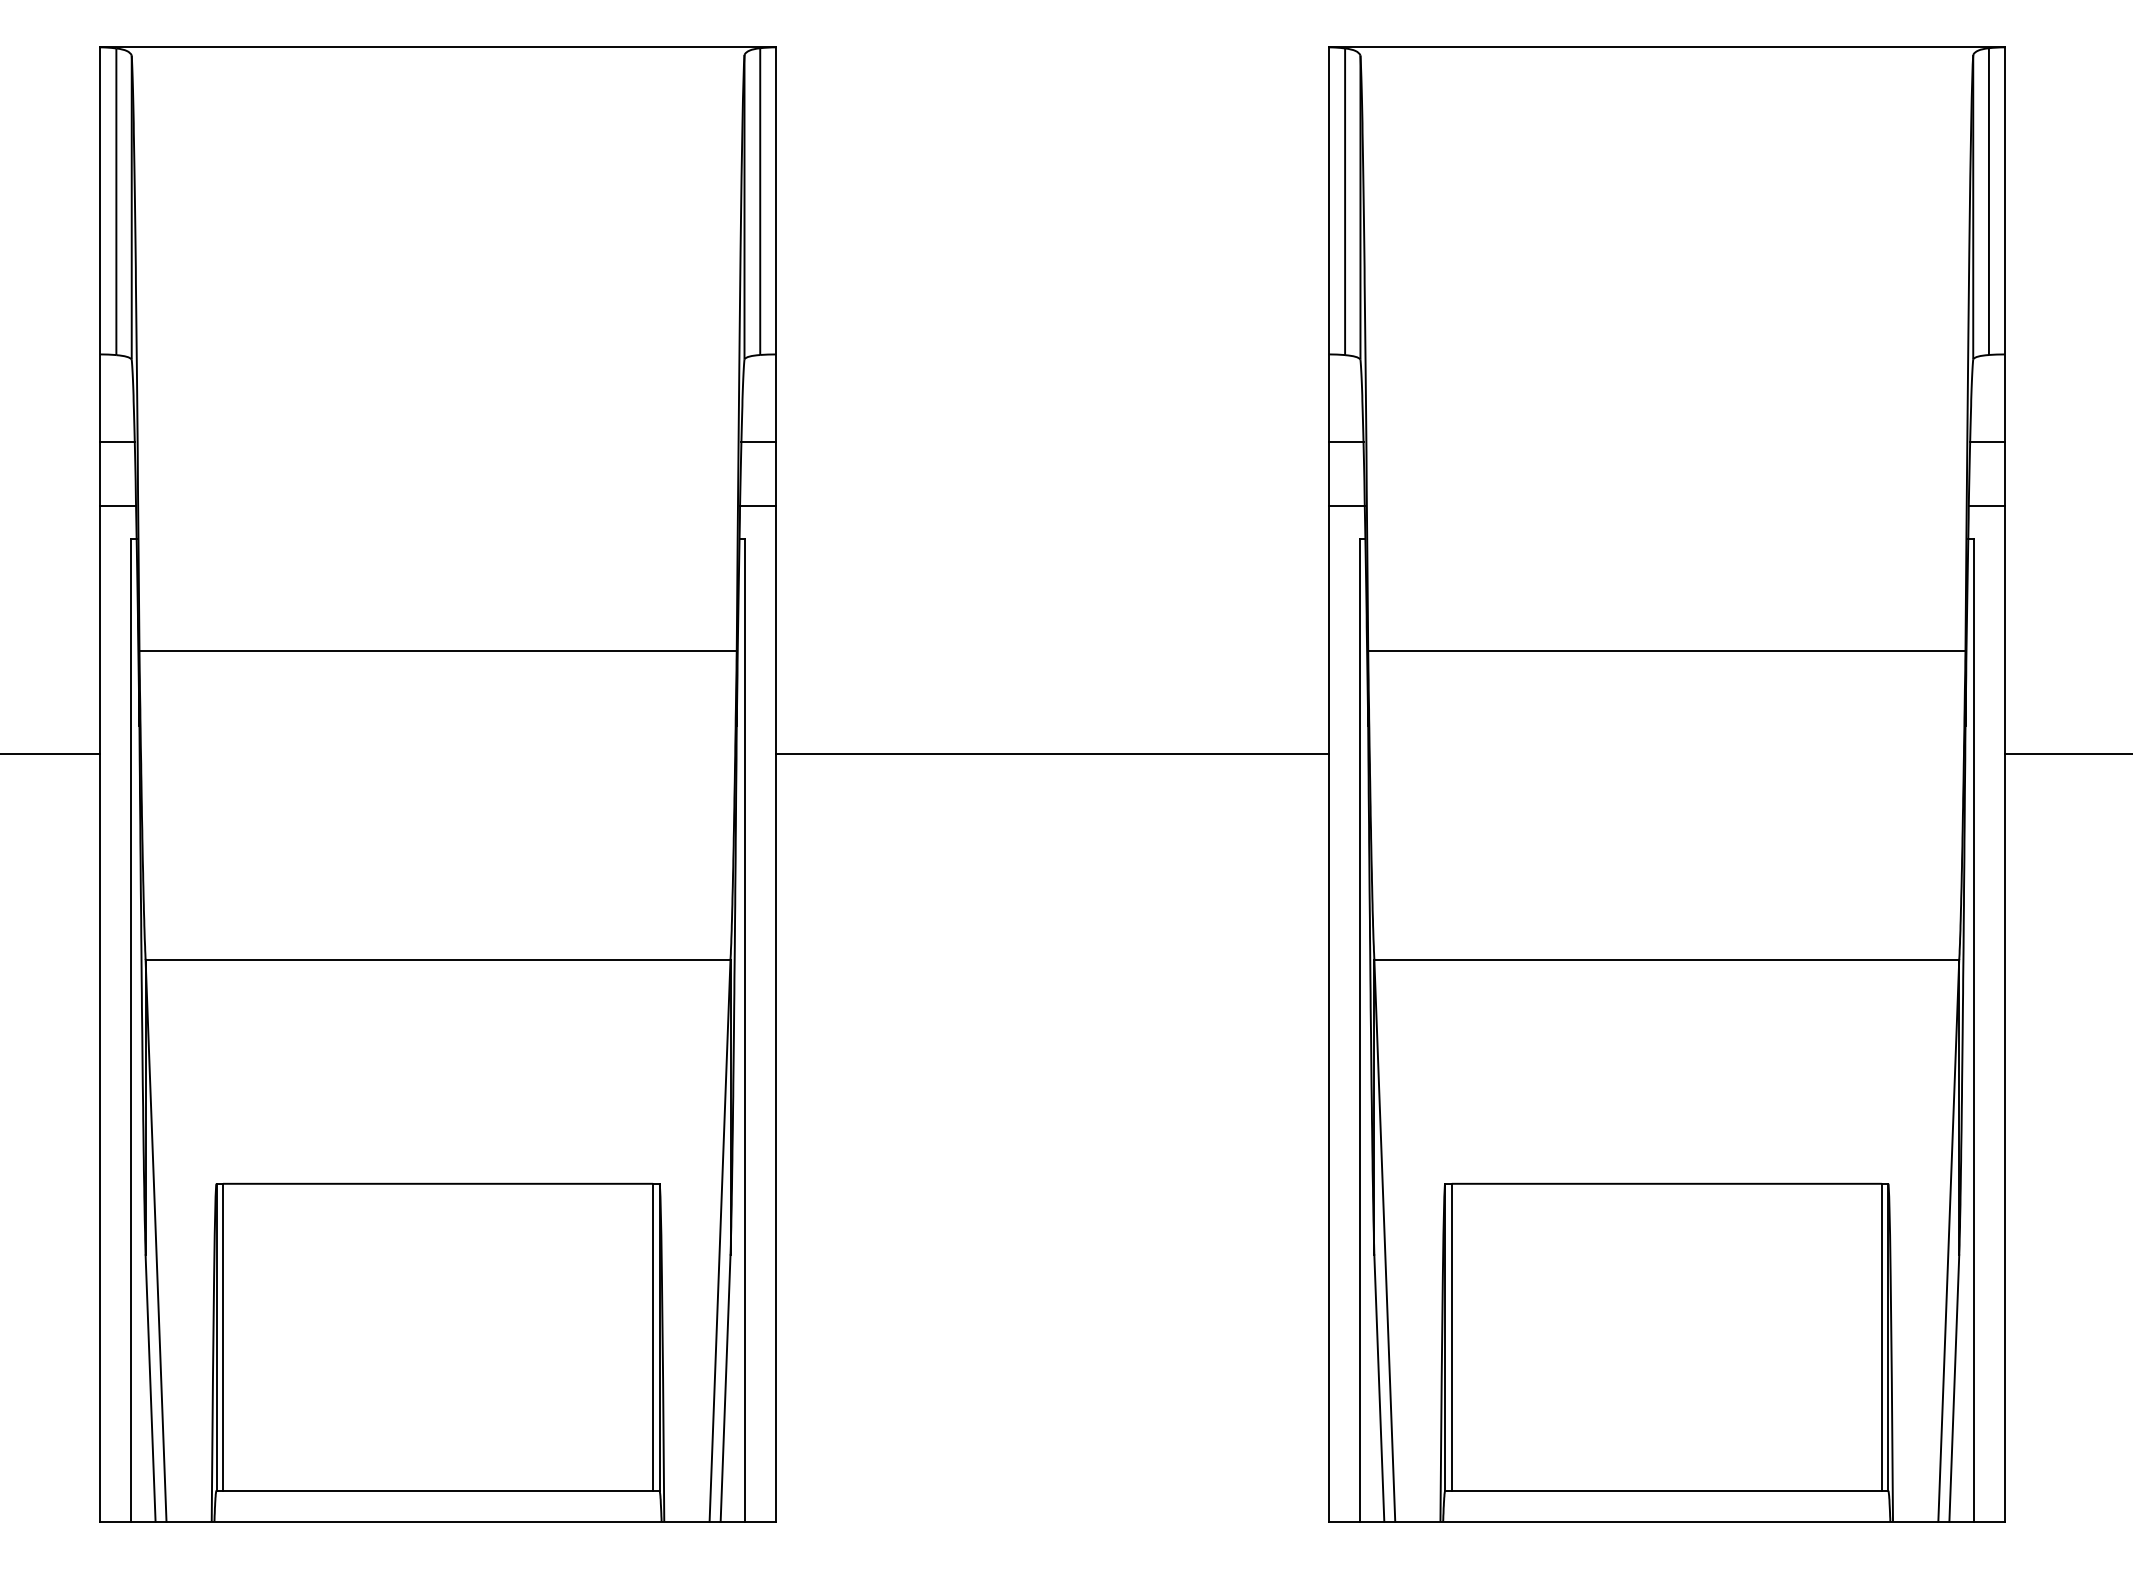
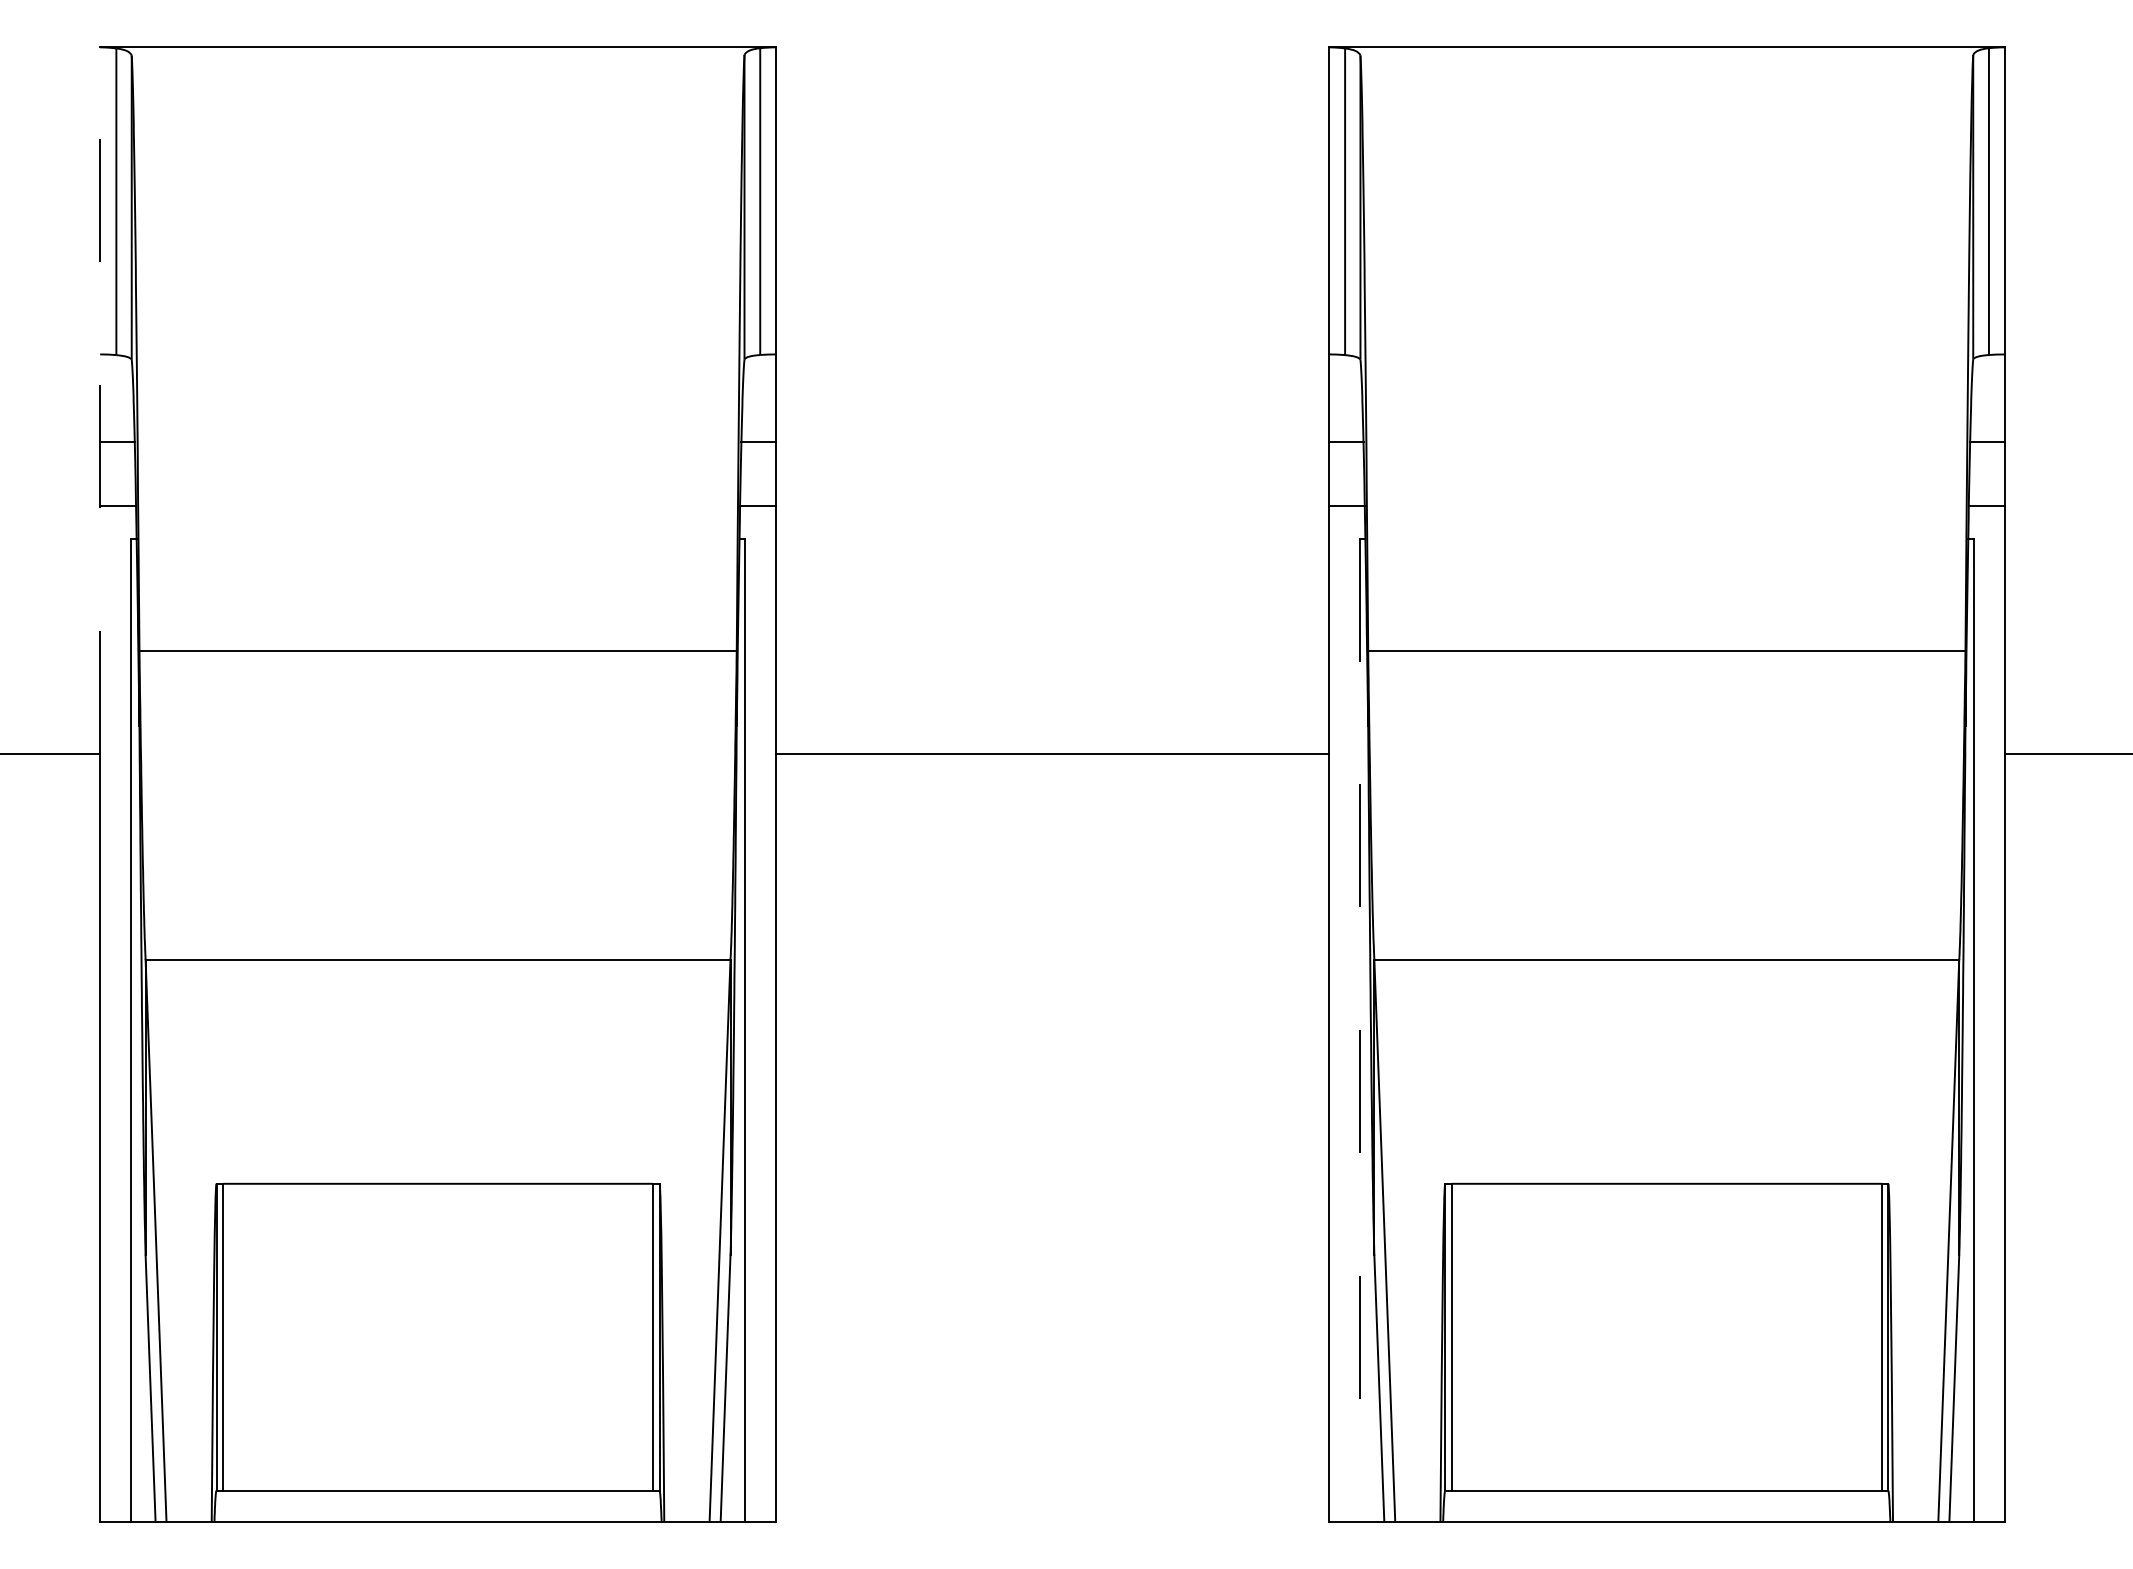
line at (100, 399): solid -> dashed
line at (1359, 1030): solid -> dashed
